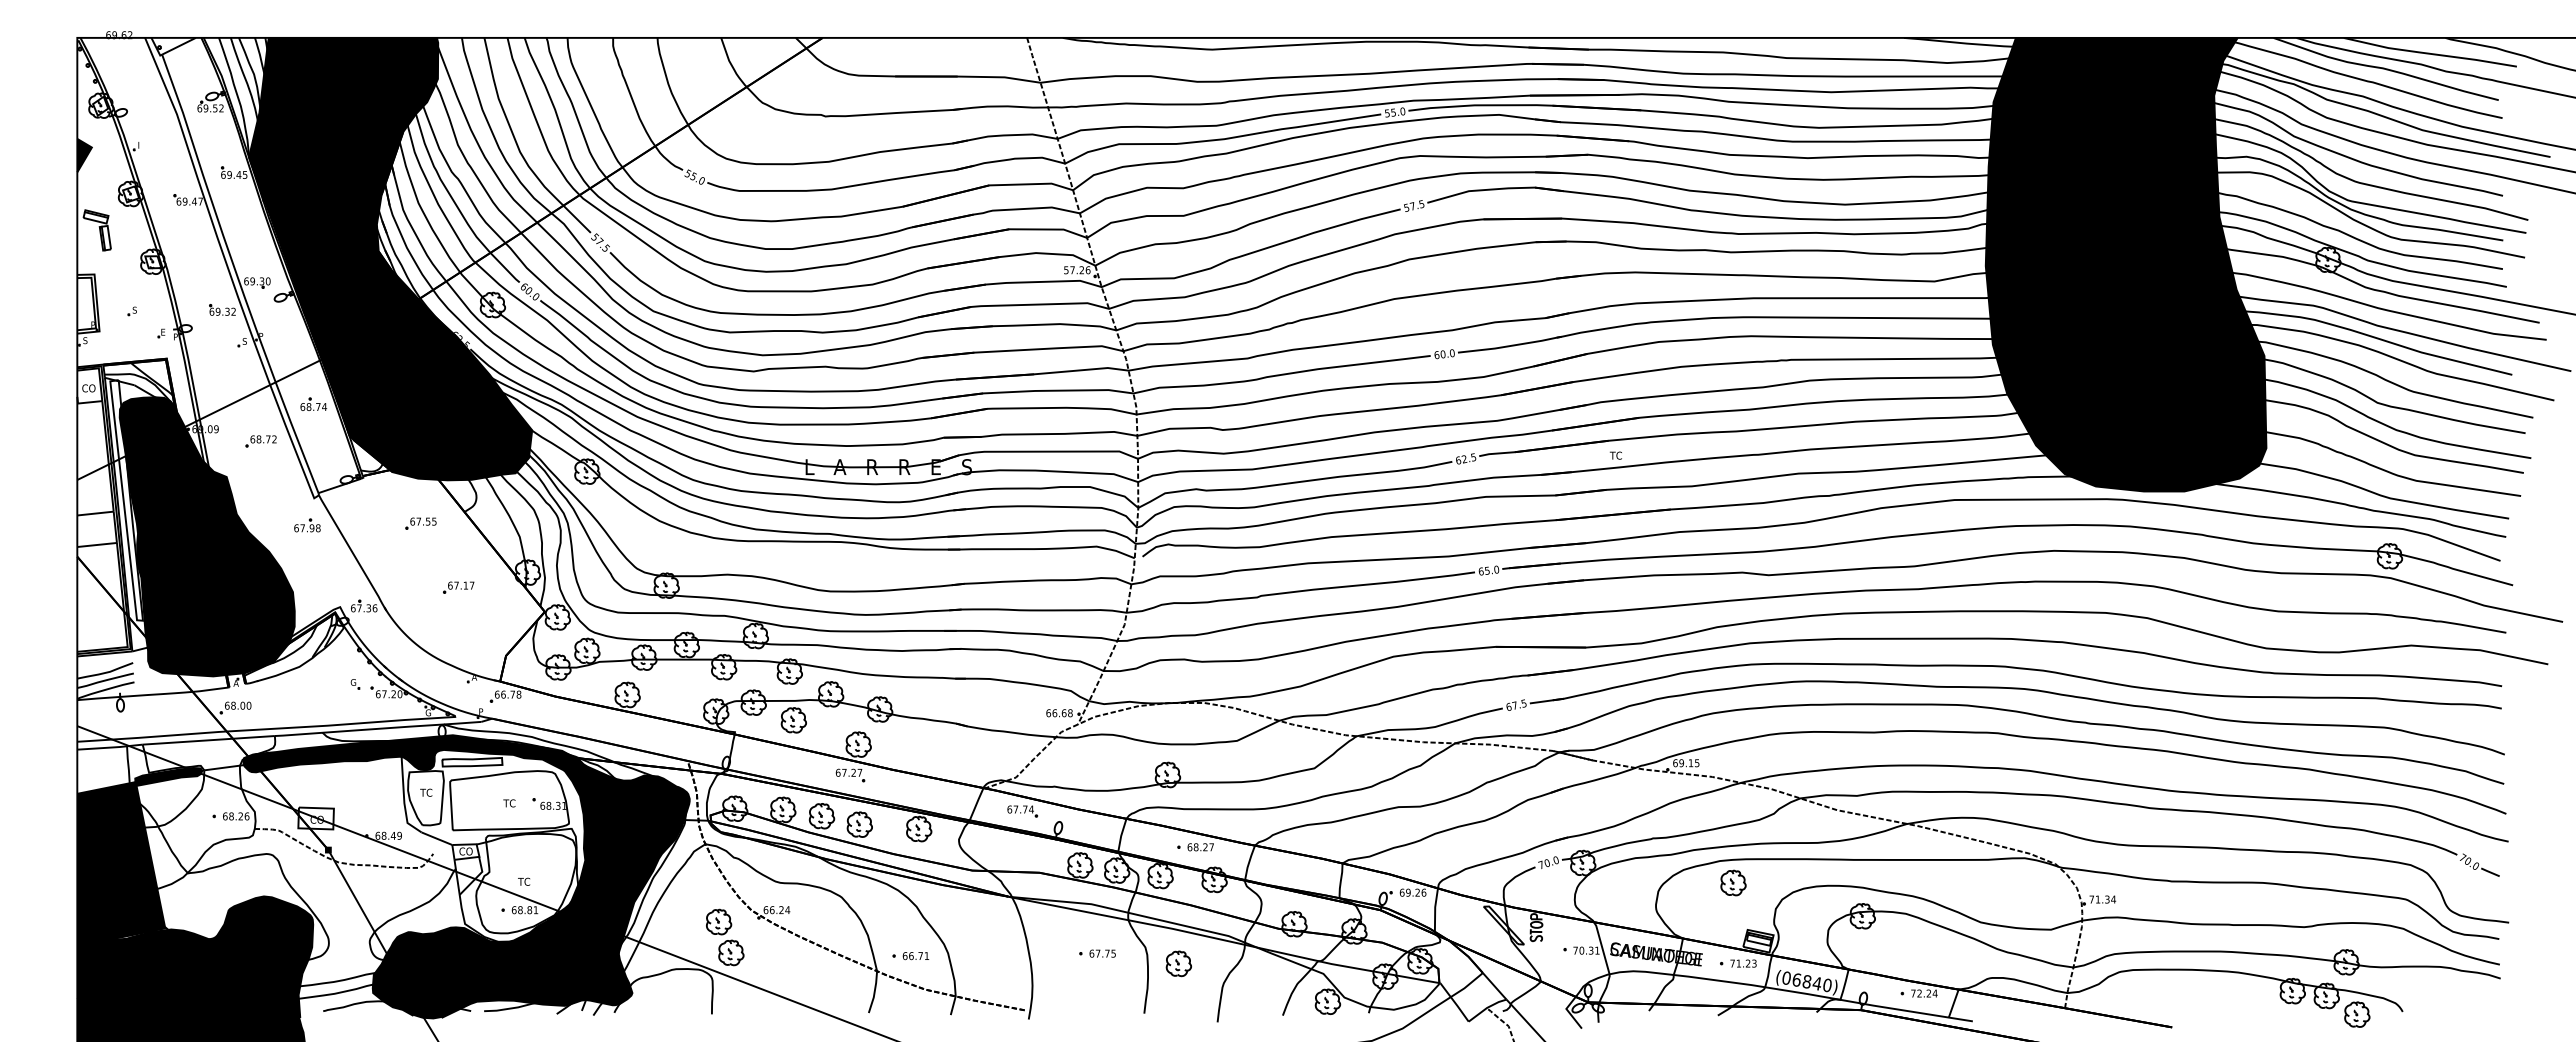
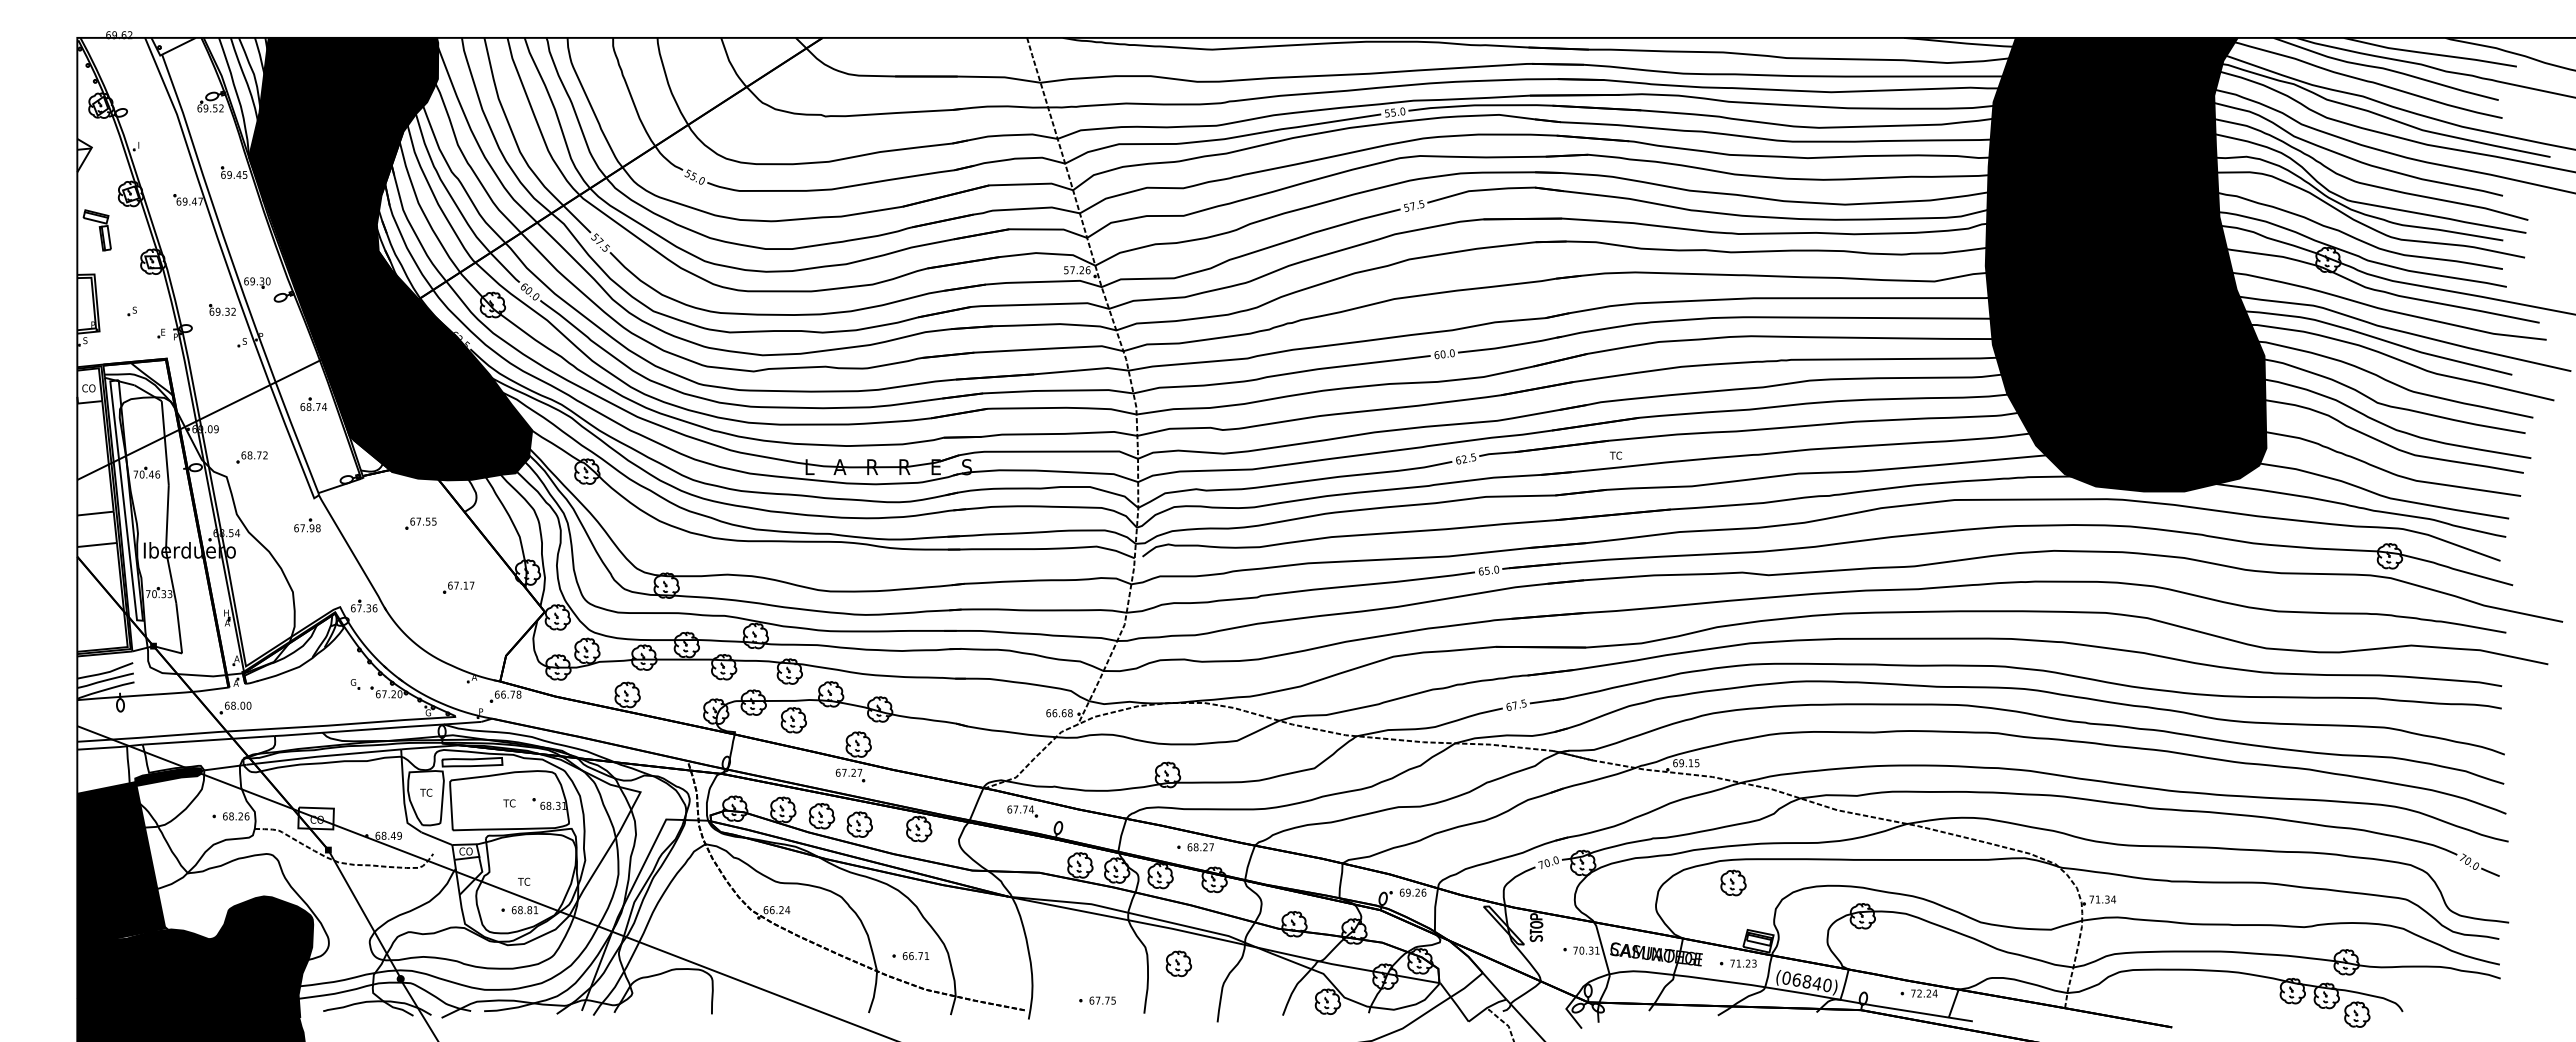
fill at (84, 155): present -> none
part at (260, 441) position: (260, 441) -> (251, 457)
fill at (206, 536): present -> none
fill at (466, 877): present -> none
part at (725, 937): present -> none
part at (1097, 953) position: (1097, 953) -> (1097, 1000)
